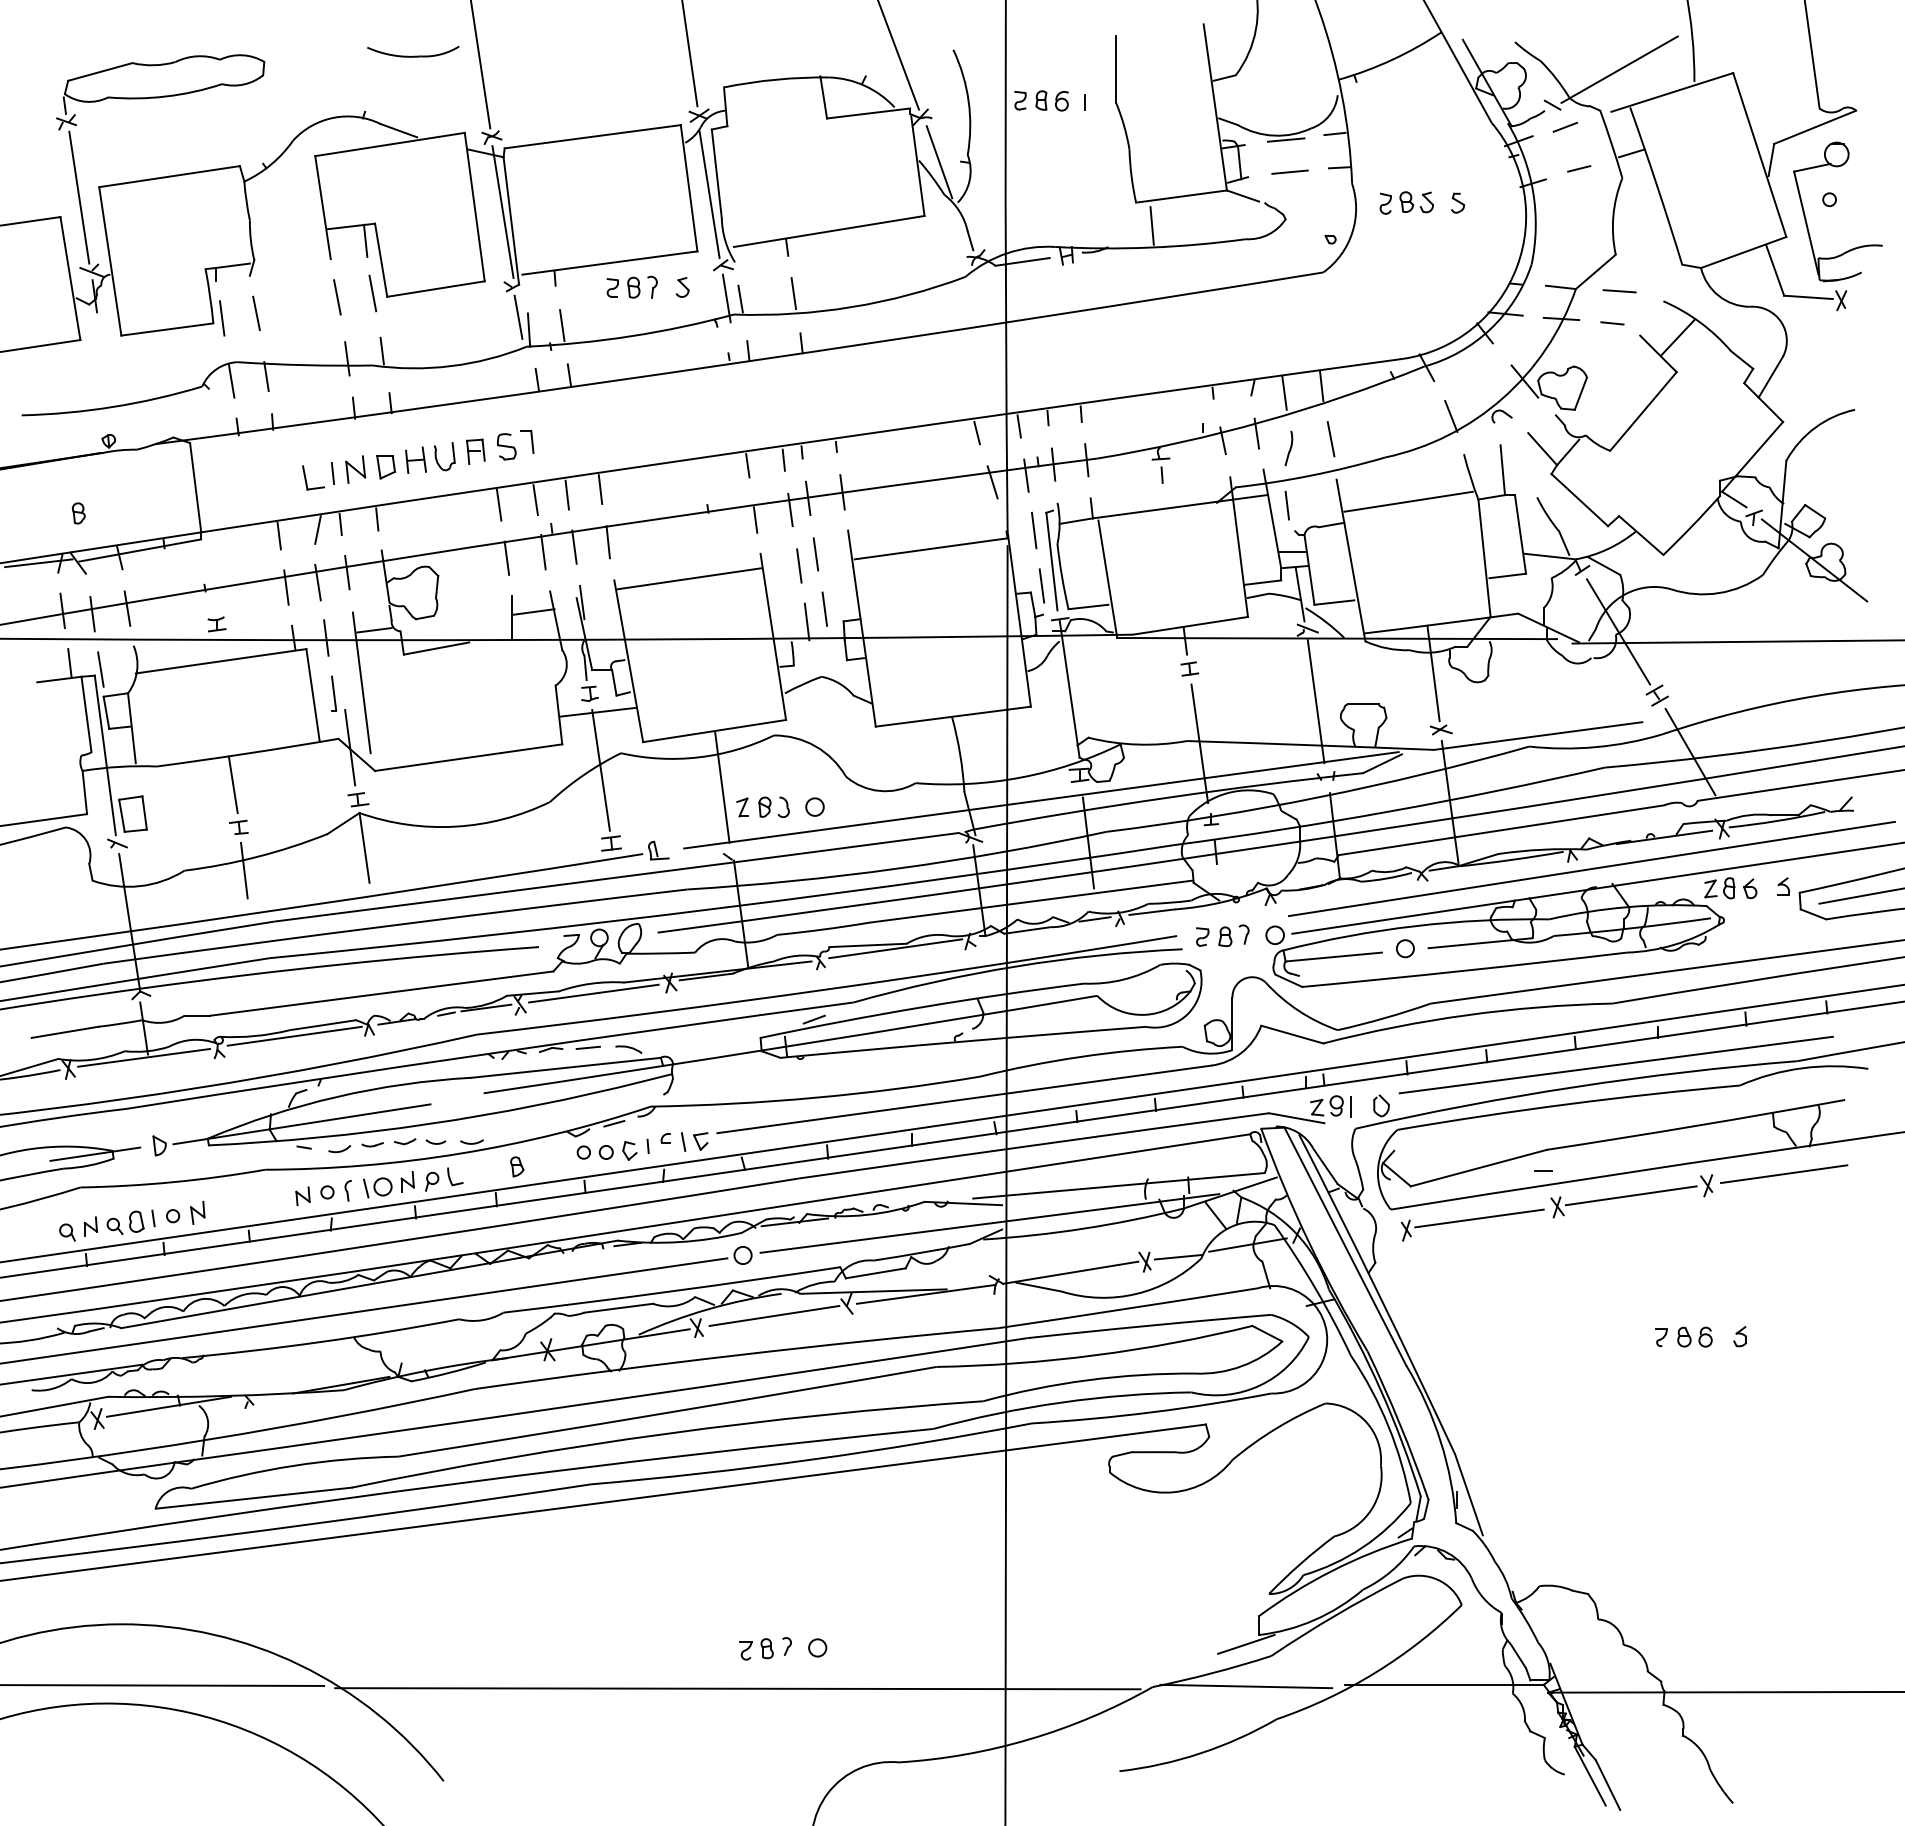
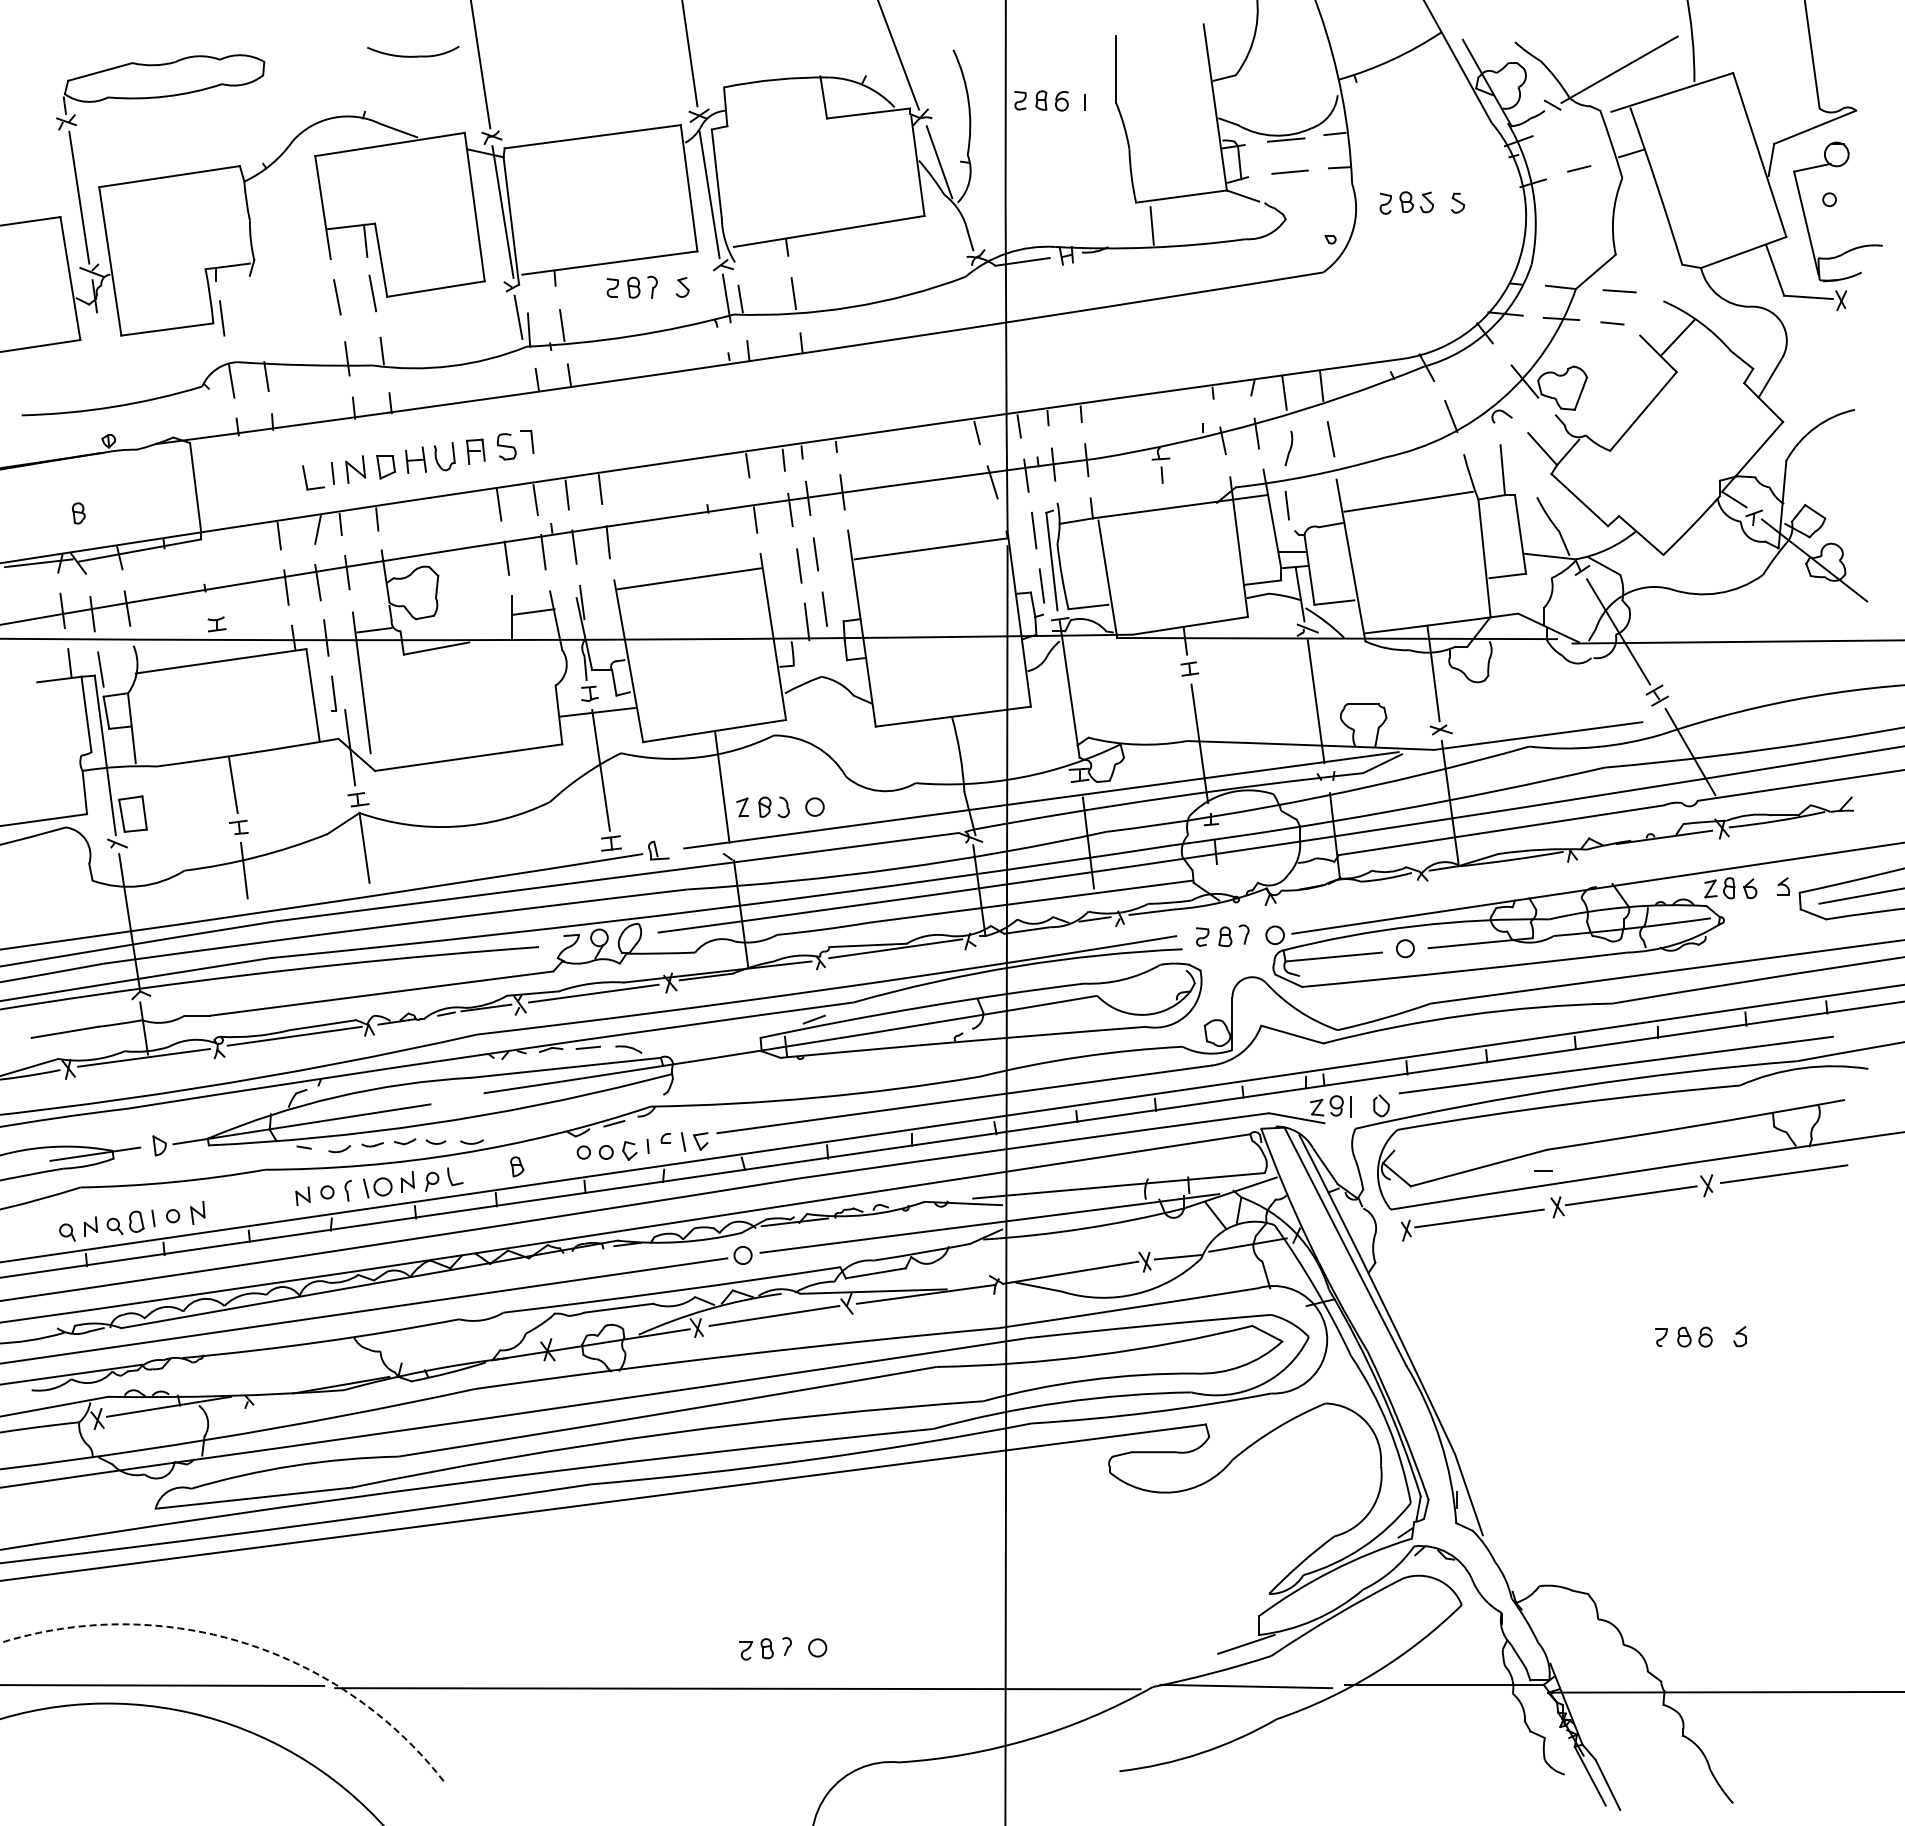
line at (1565, 126): present -> none
line at (256, 313): present -> none
line at (1591, 868): present -> none
arc at (244, 1643): solid -> dashed
